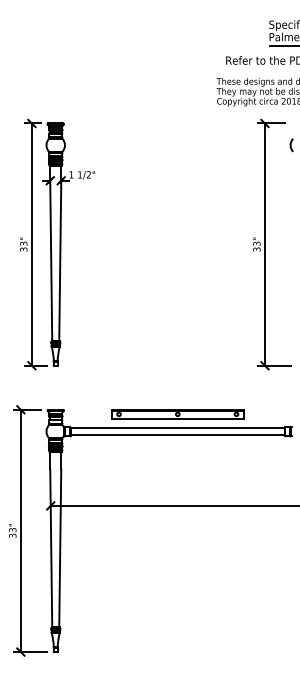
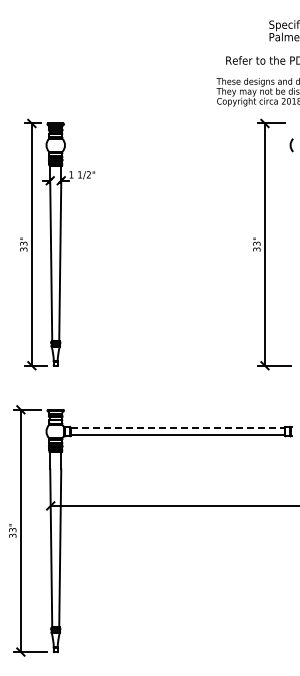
line at (282, 45): present -> none
part at (177, 414): present -> none
line at (178, 427): solid -> dashed
